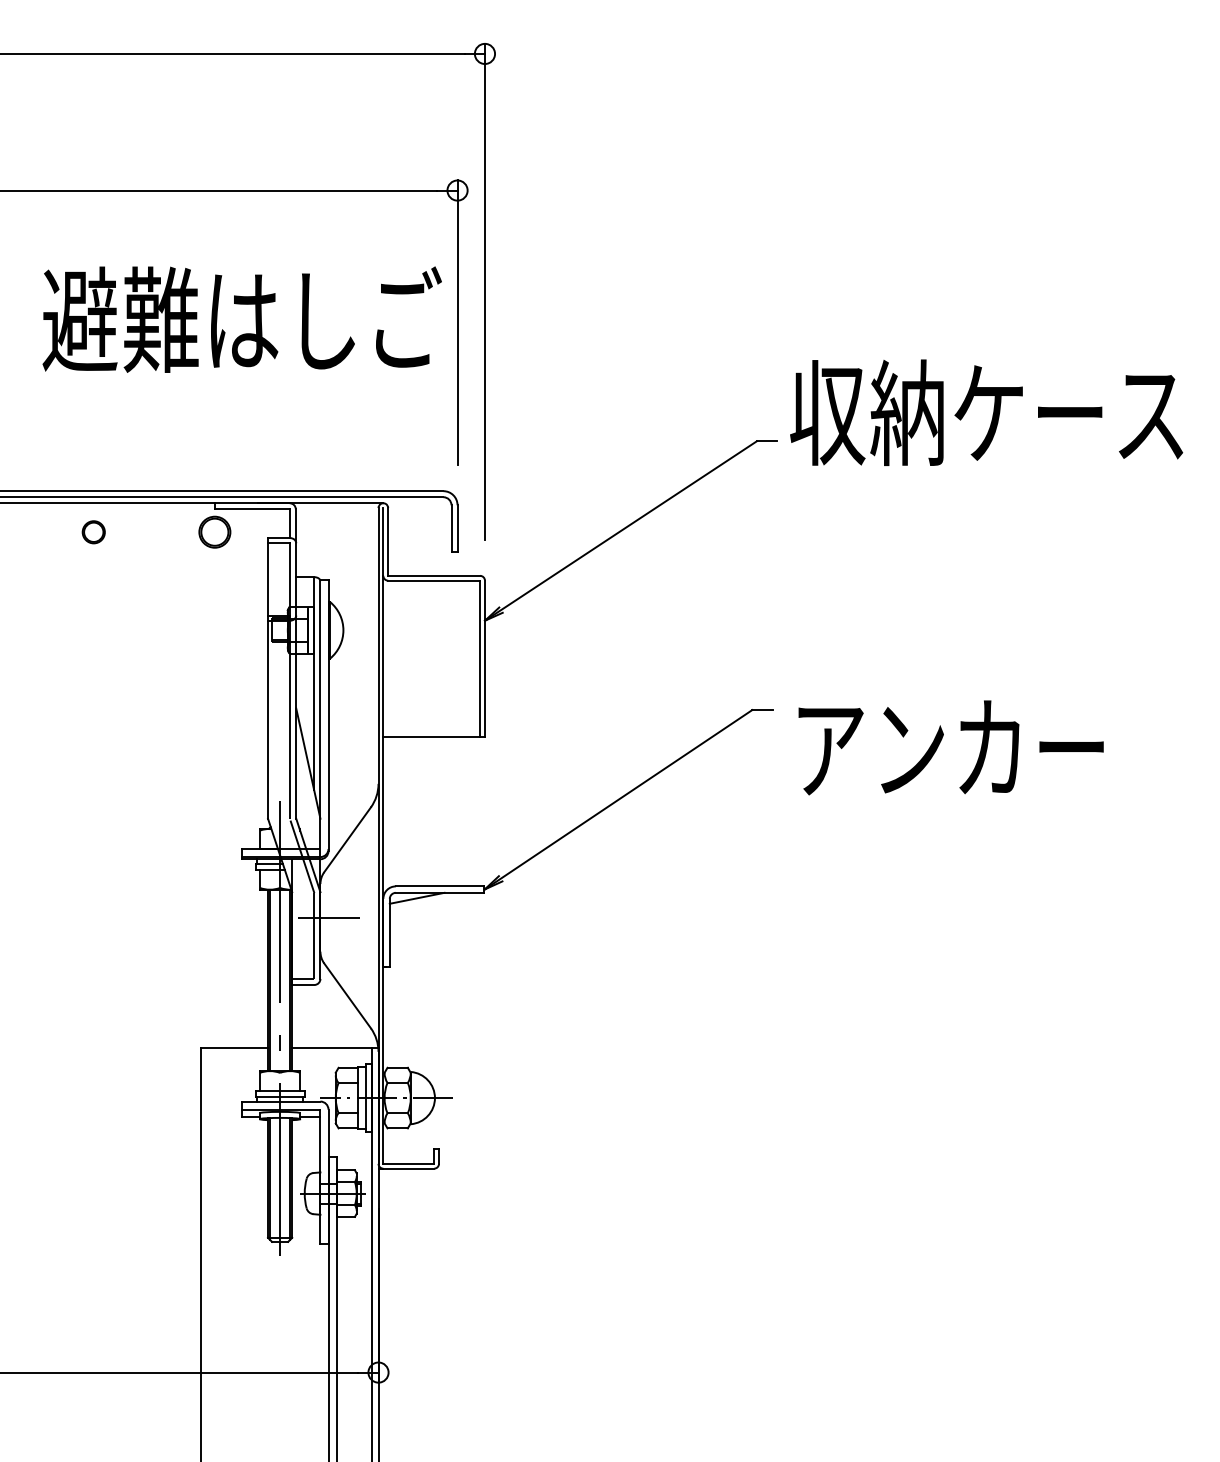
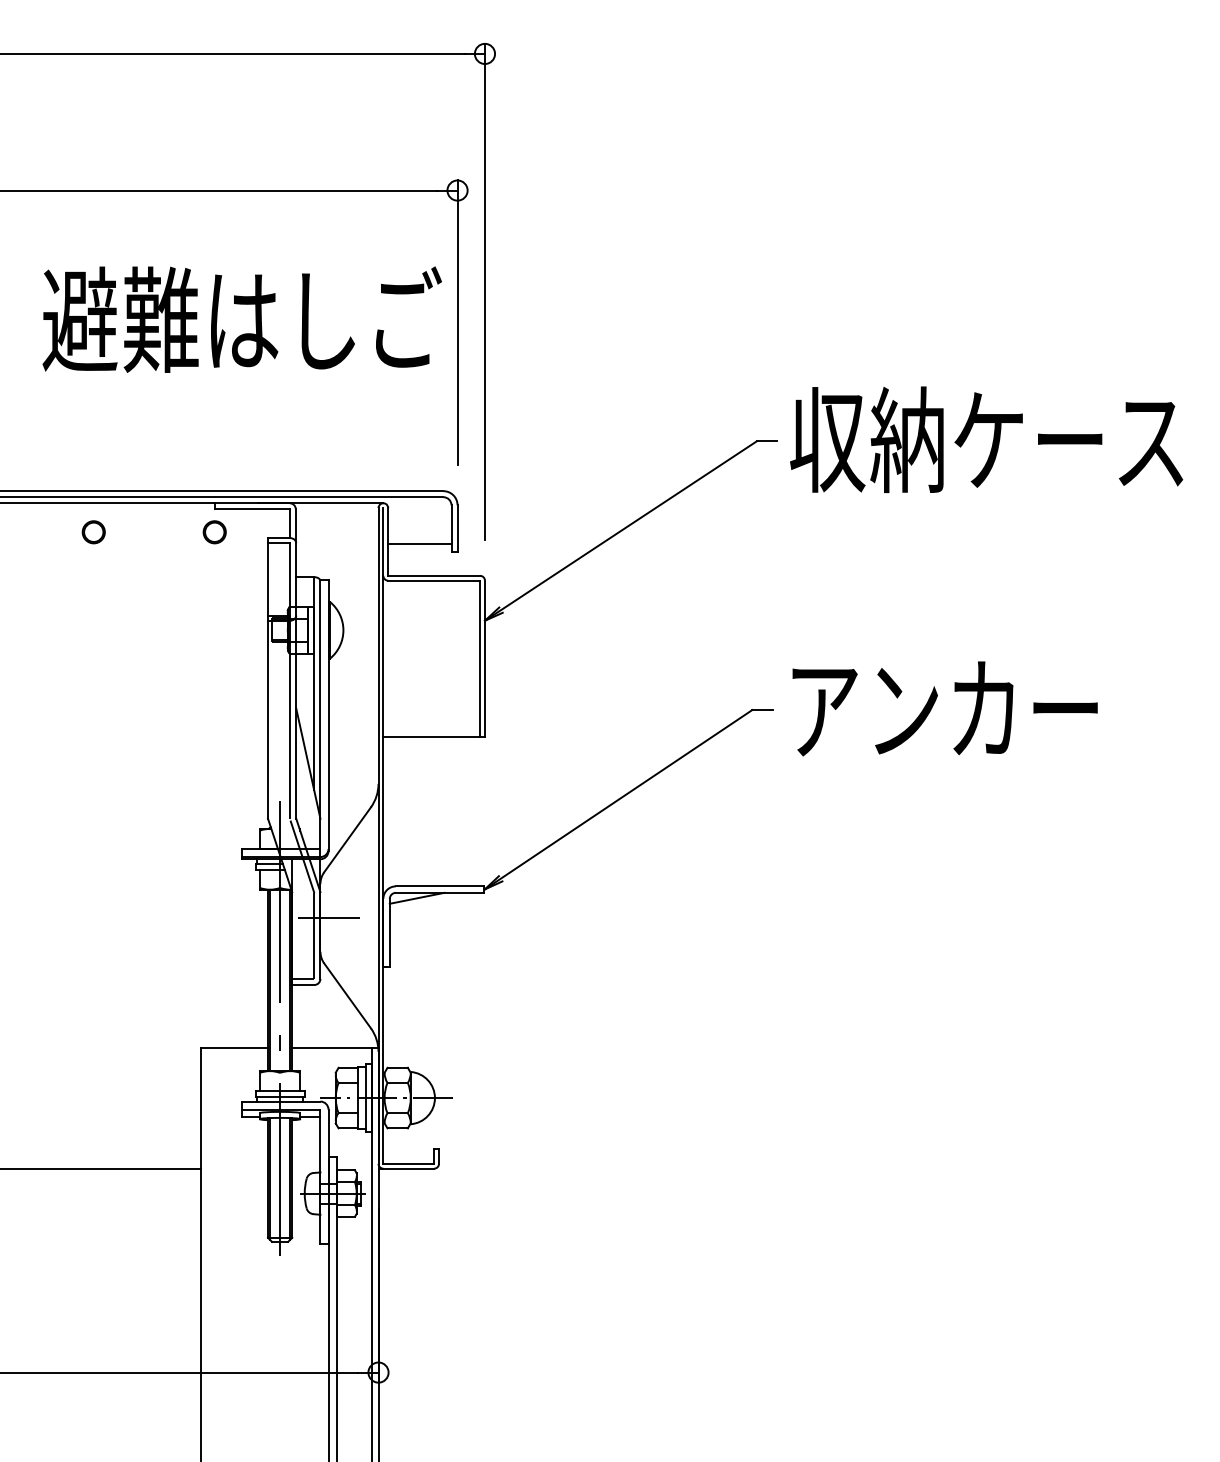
text at (986, 412) position: (986, 412) -> (986, 439)
part at (214, 531) size: 34x34 px -> 25x25 px
line at (419, 543): none -> present
text at (950, 747) position: (950, 747) -> (944, 708)
line at (101, 1168): none -> present
